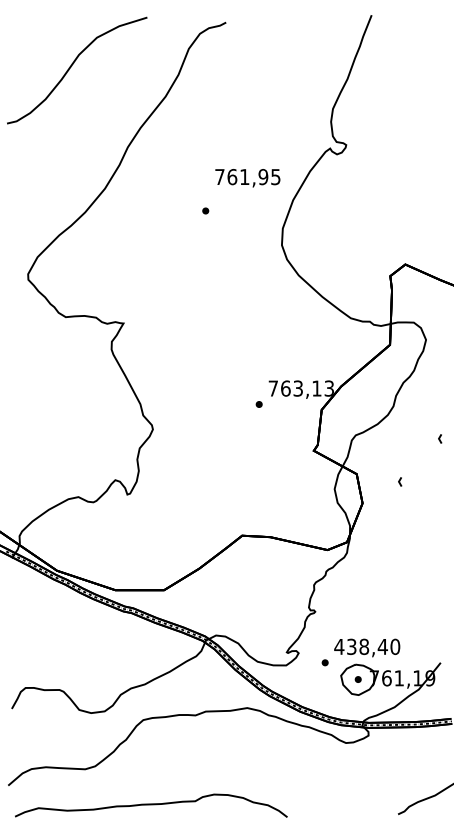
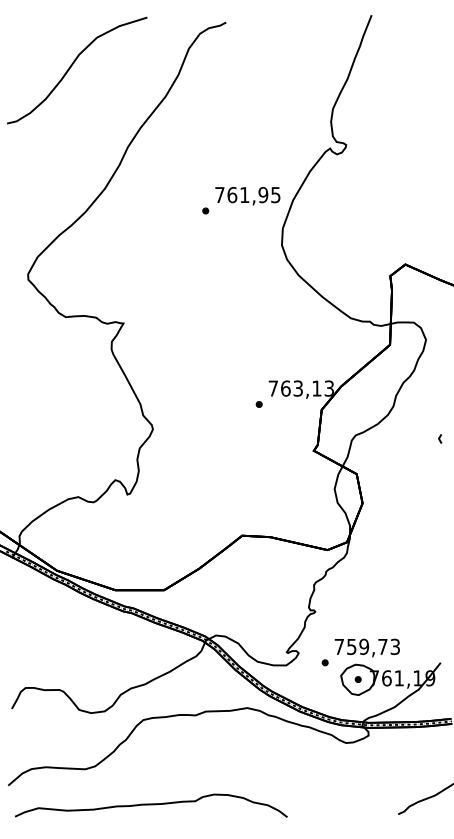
text at (247, 178) position: (247, 178) -> (247, 196)
line at (400, 481): present -> none
text at (367, 646): 438,40 -> 759,73
